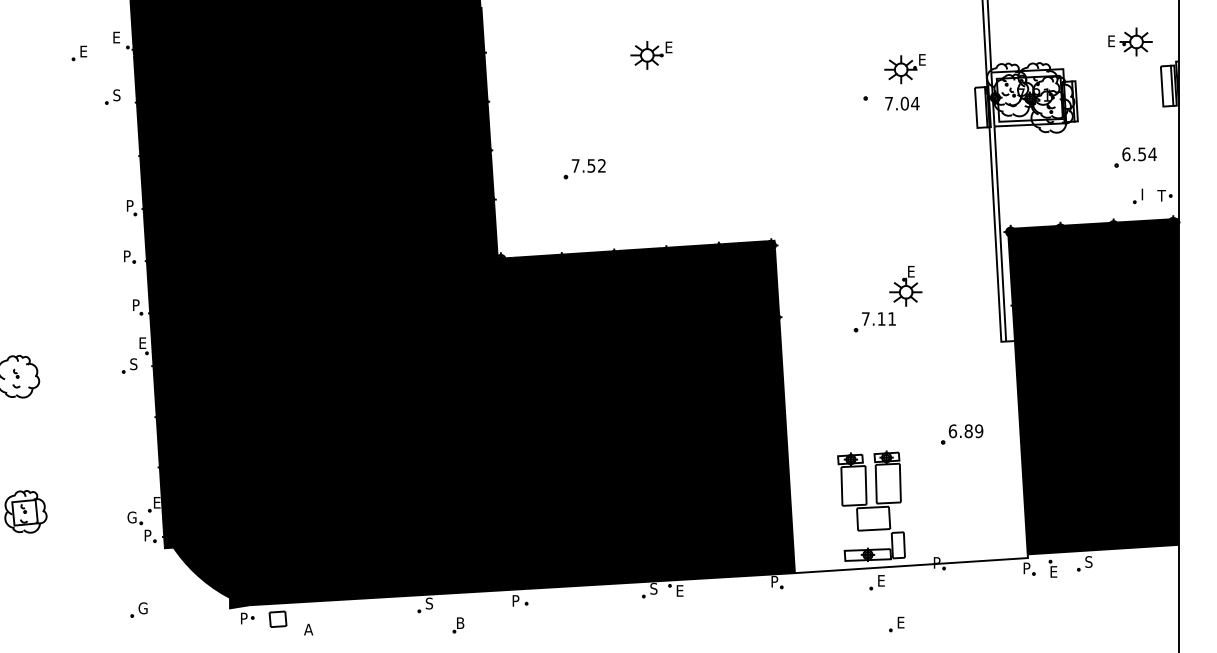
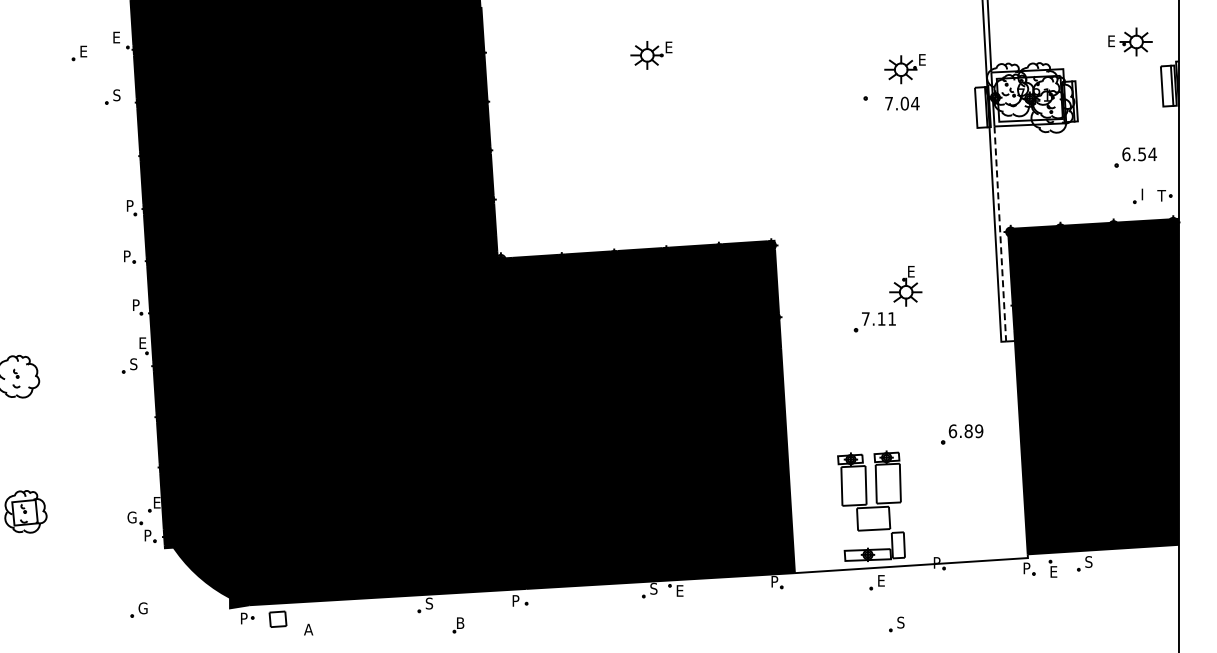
part at (584, 169): present -> none
line at (1000, 234): solid -> dashed
text at (900, 622): E -> S
